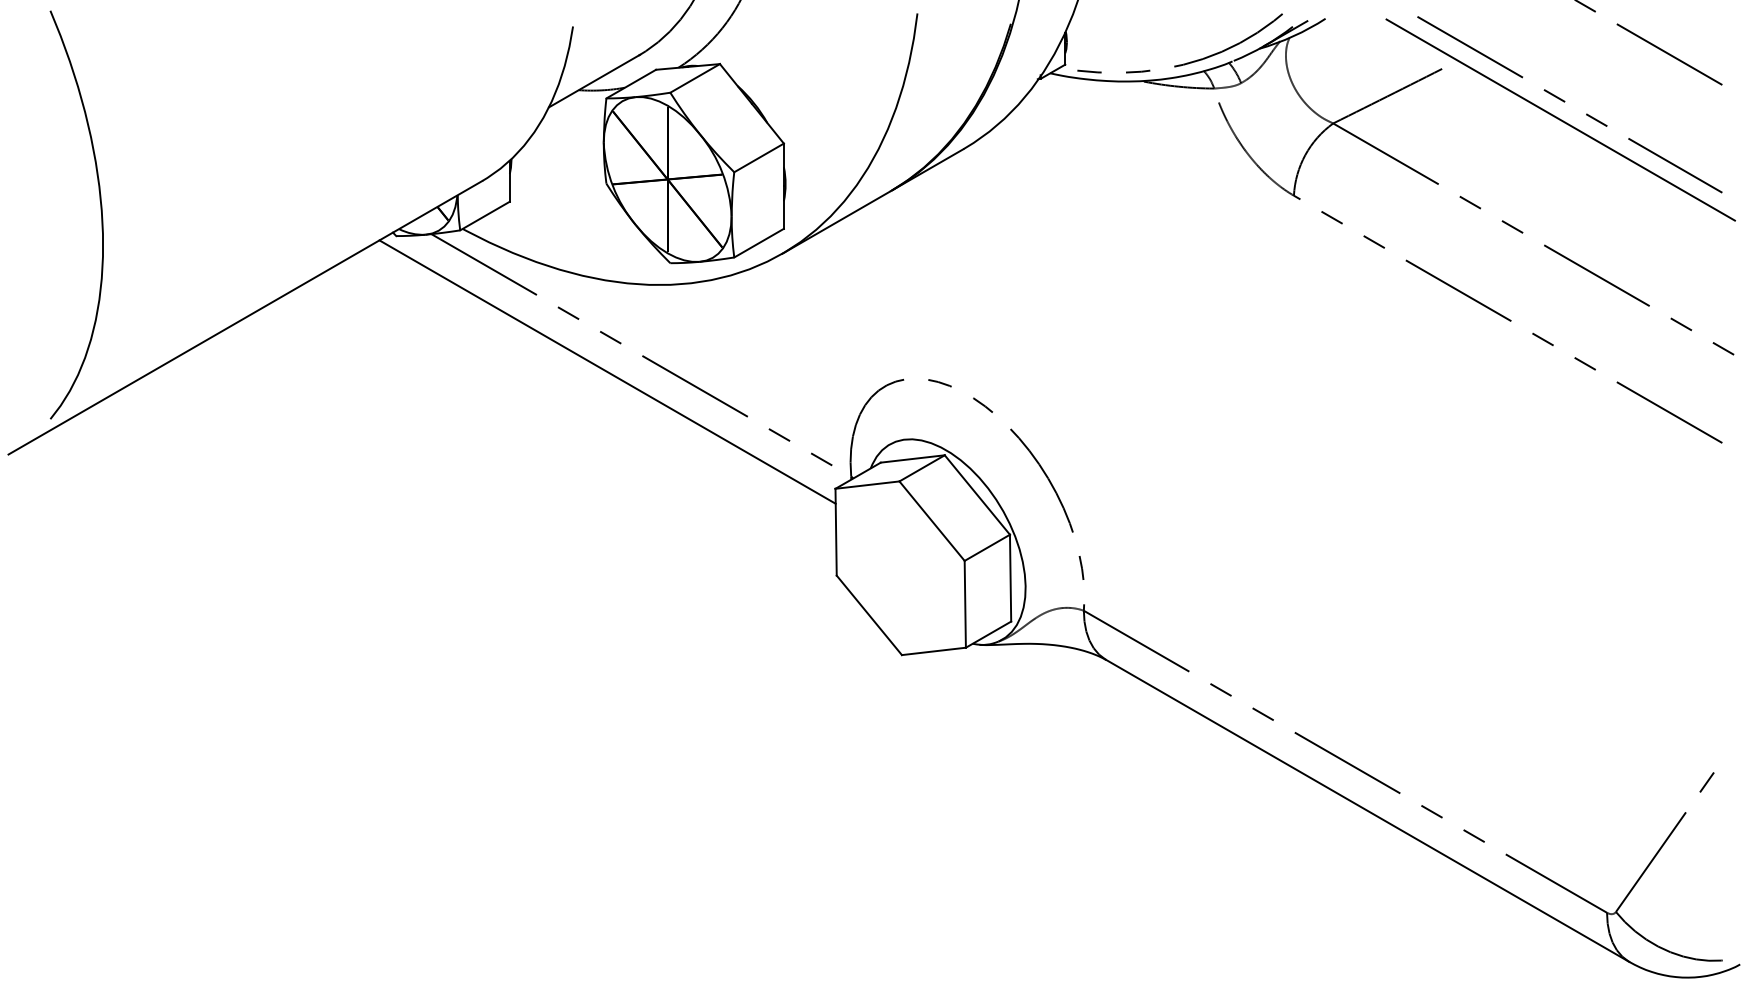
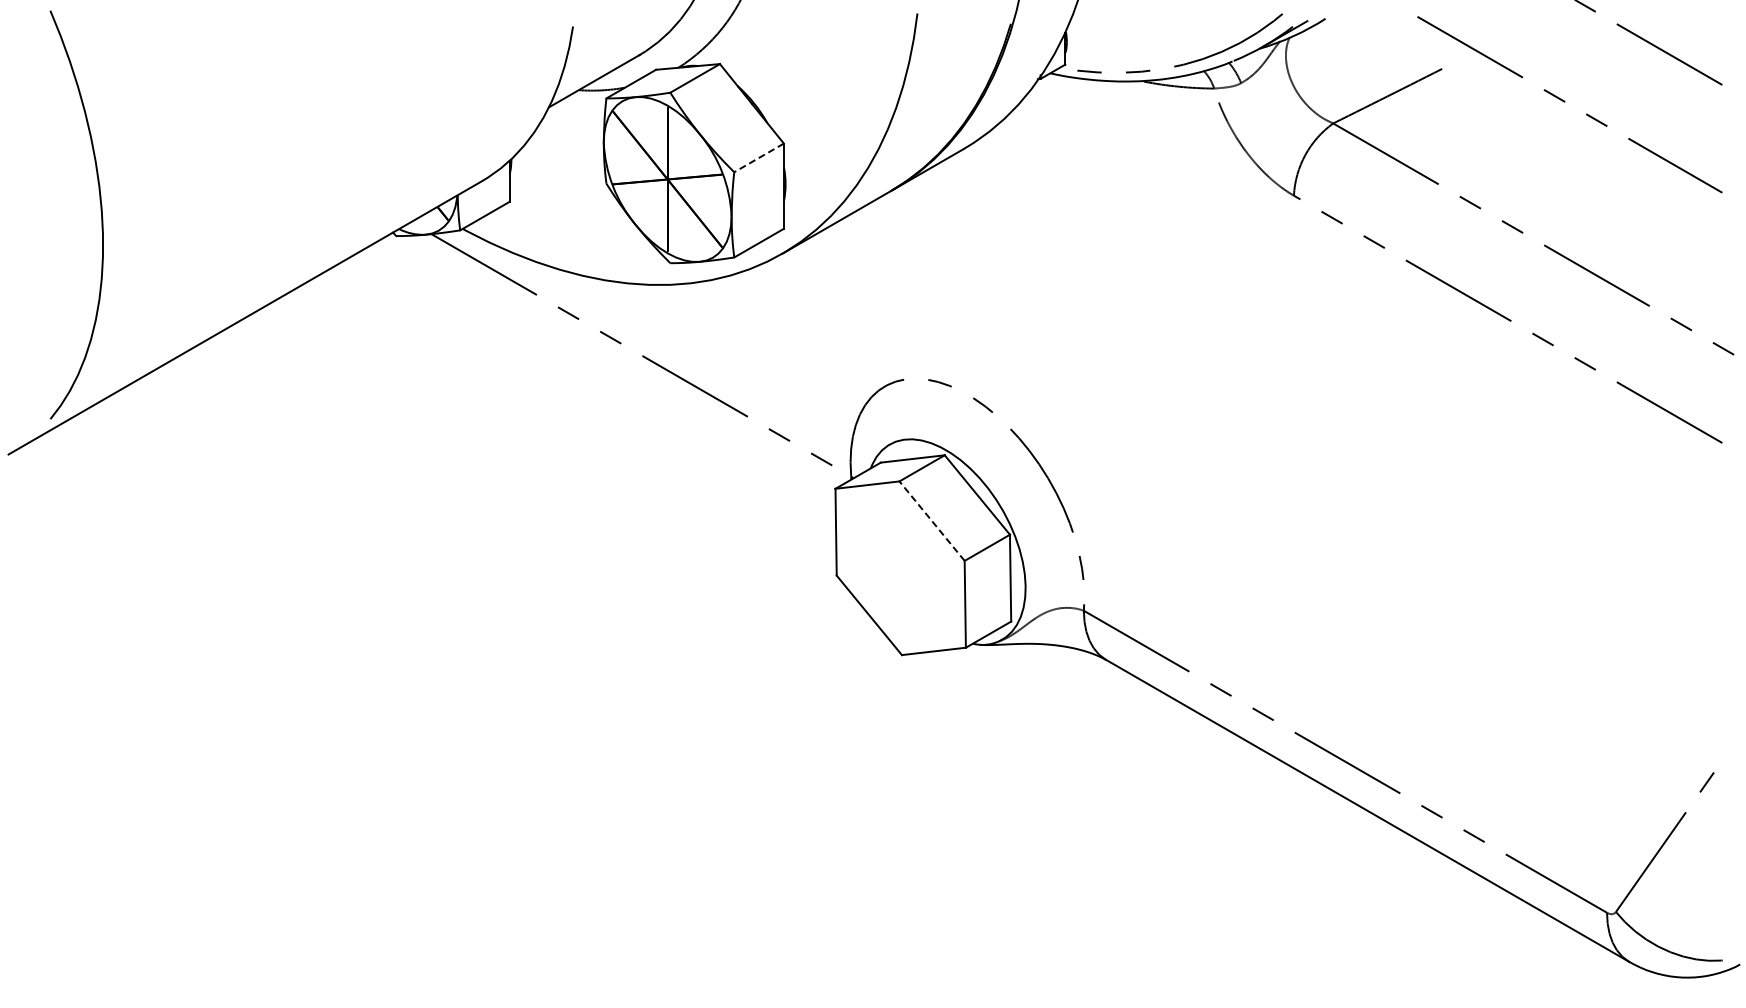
line at (1560, 119): present -> none
line at (759, 157): solid -> dashed
line at (607, 371): present -> none
line at (931, 520): solid -> dashed
